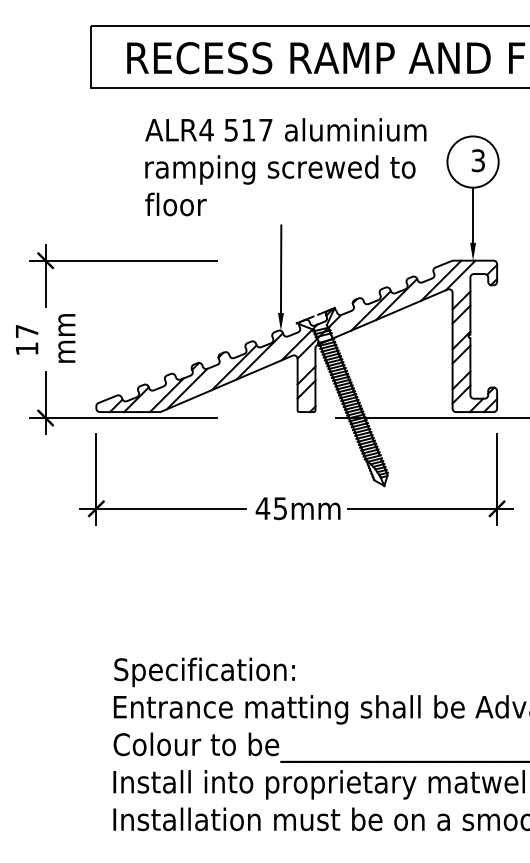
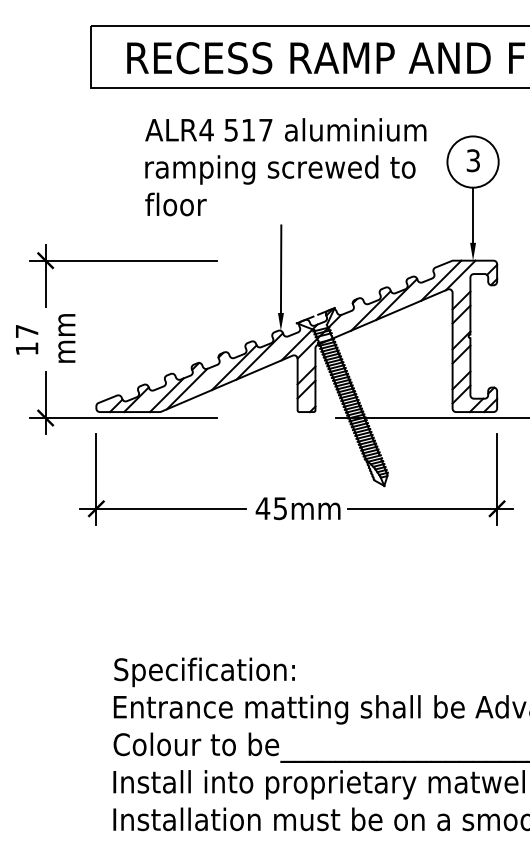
text at (477, 160) position: (477, 160) -> (472, 160)
